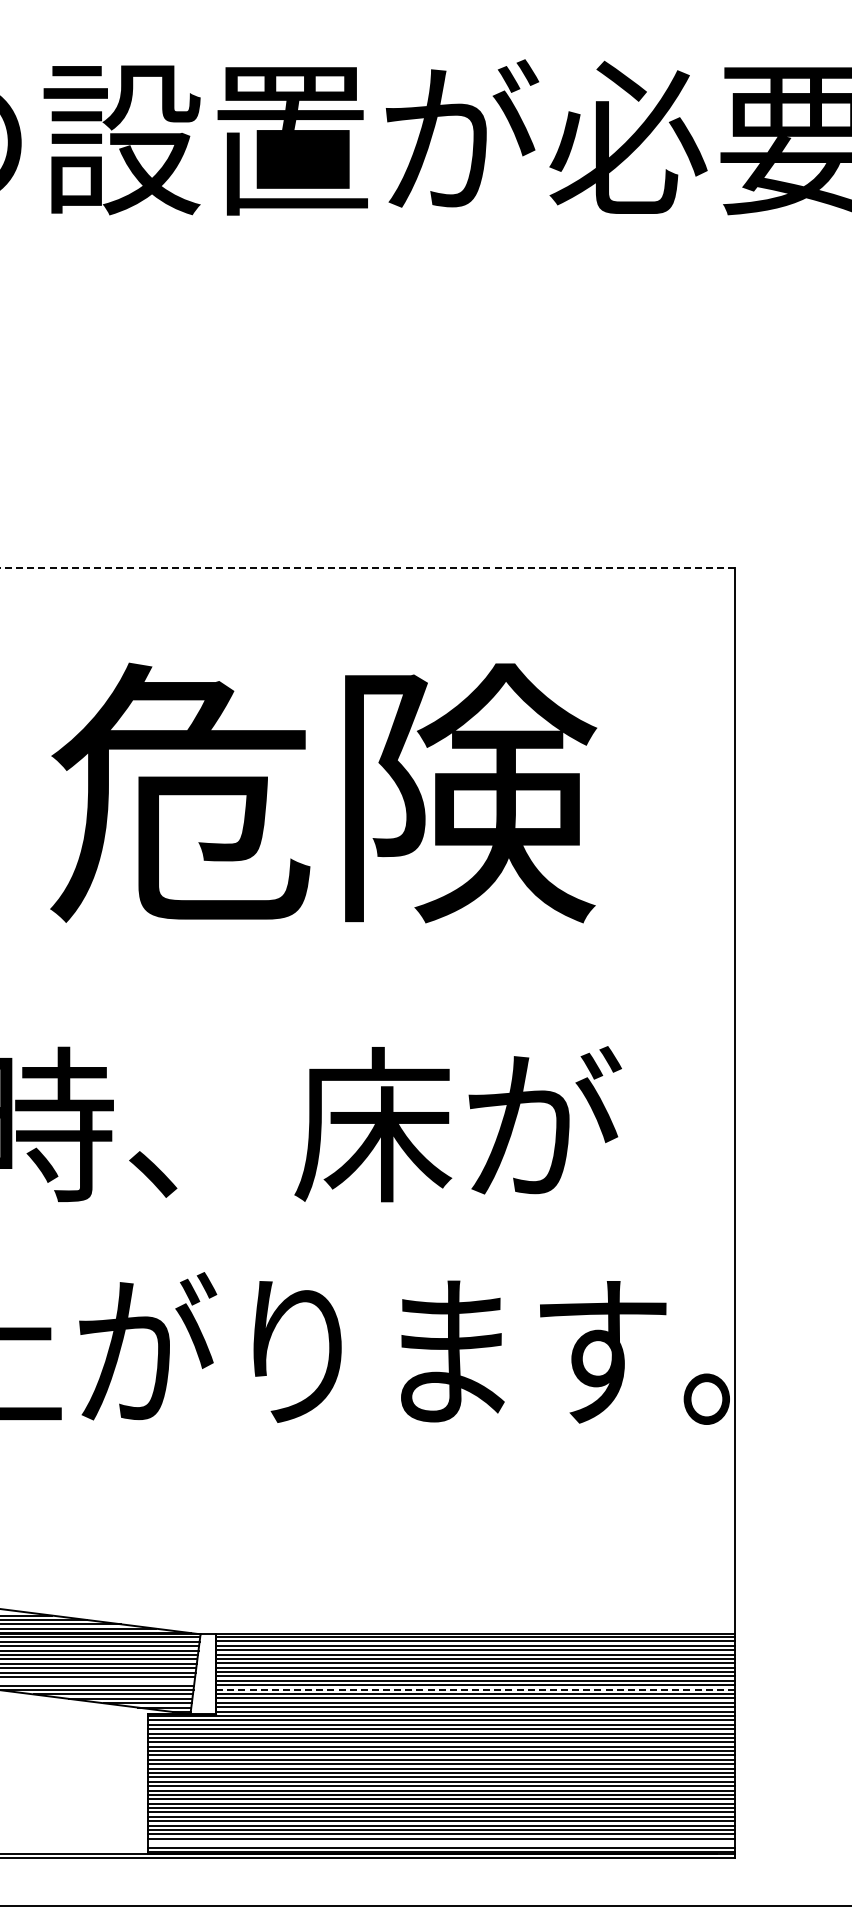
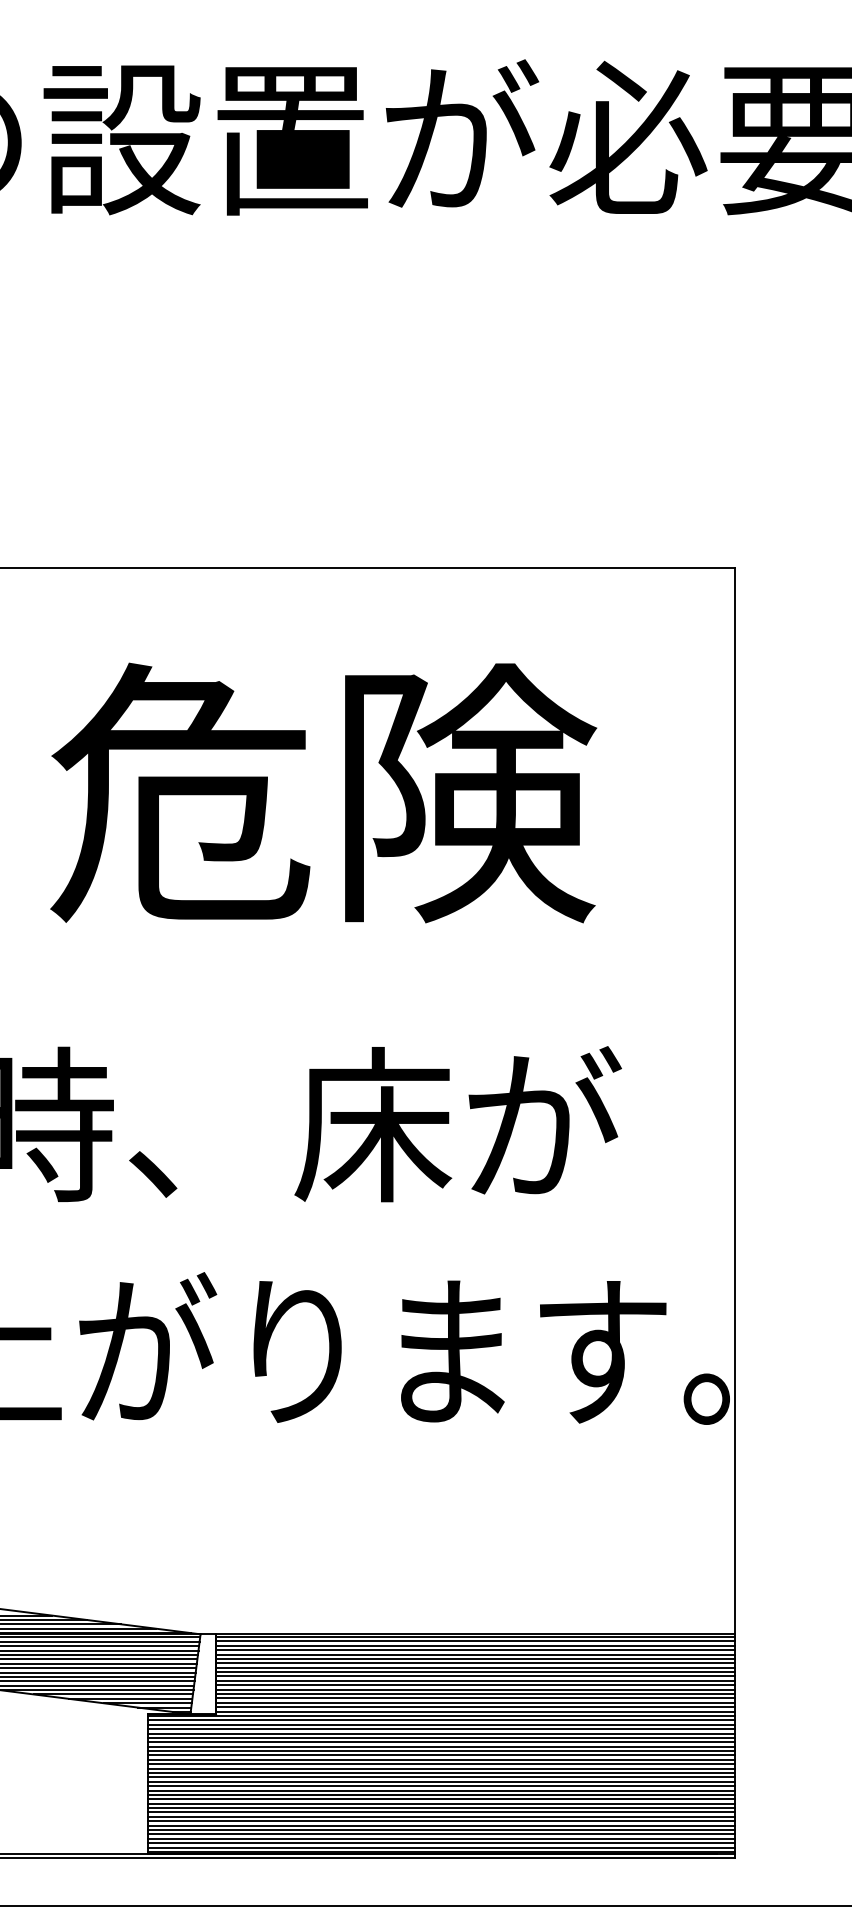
line at (367, 567): dashed -> solid
line at (98, 1681): none -> present
line at (475, 1689): dashed -> solid
line at (441, 1843): none -> present
